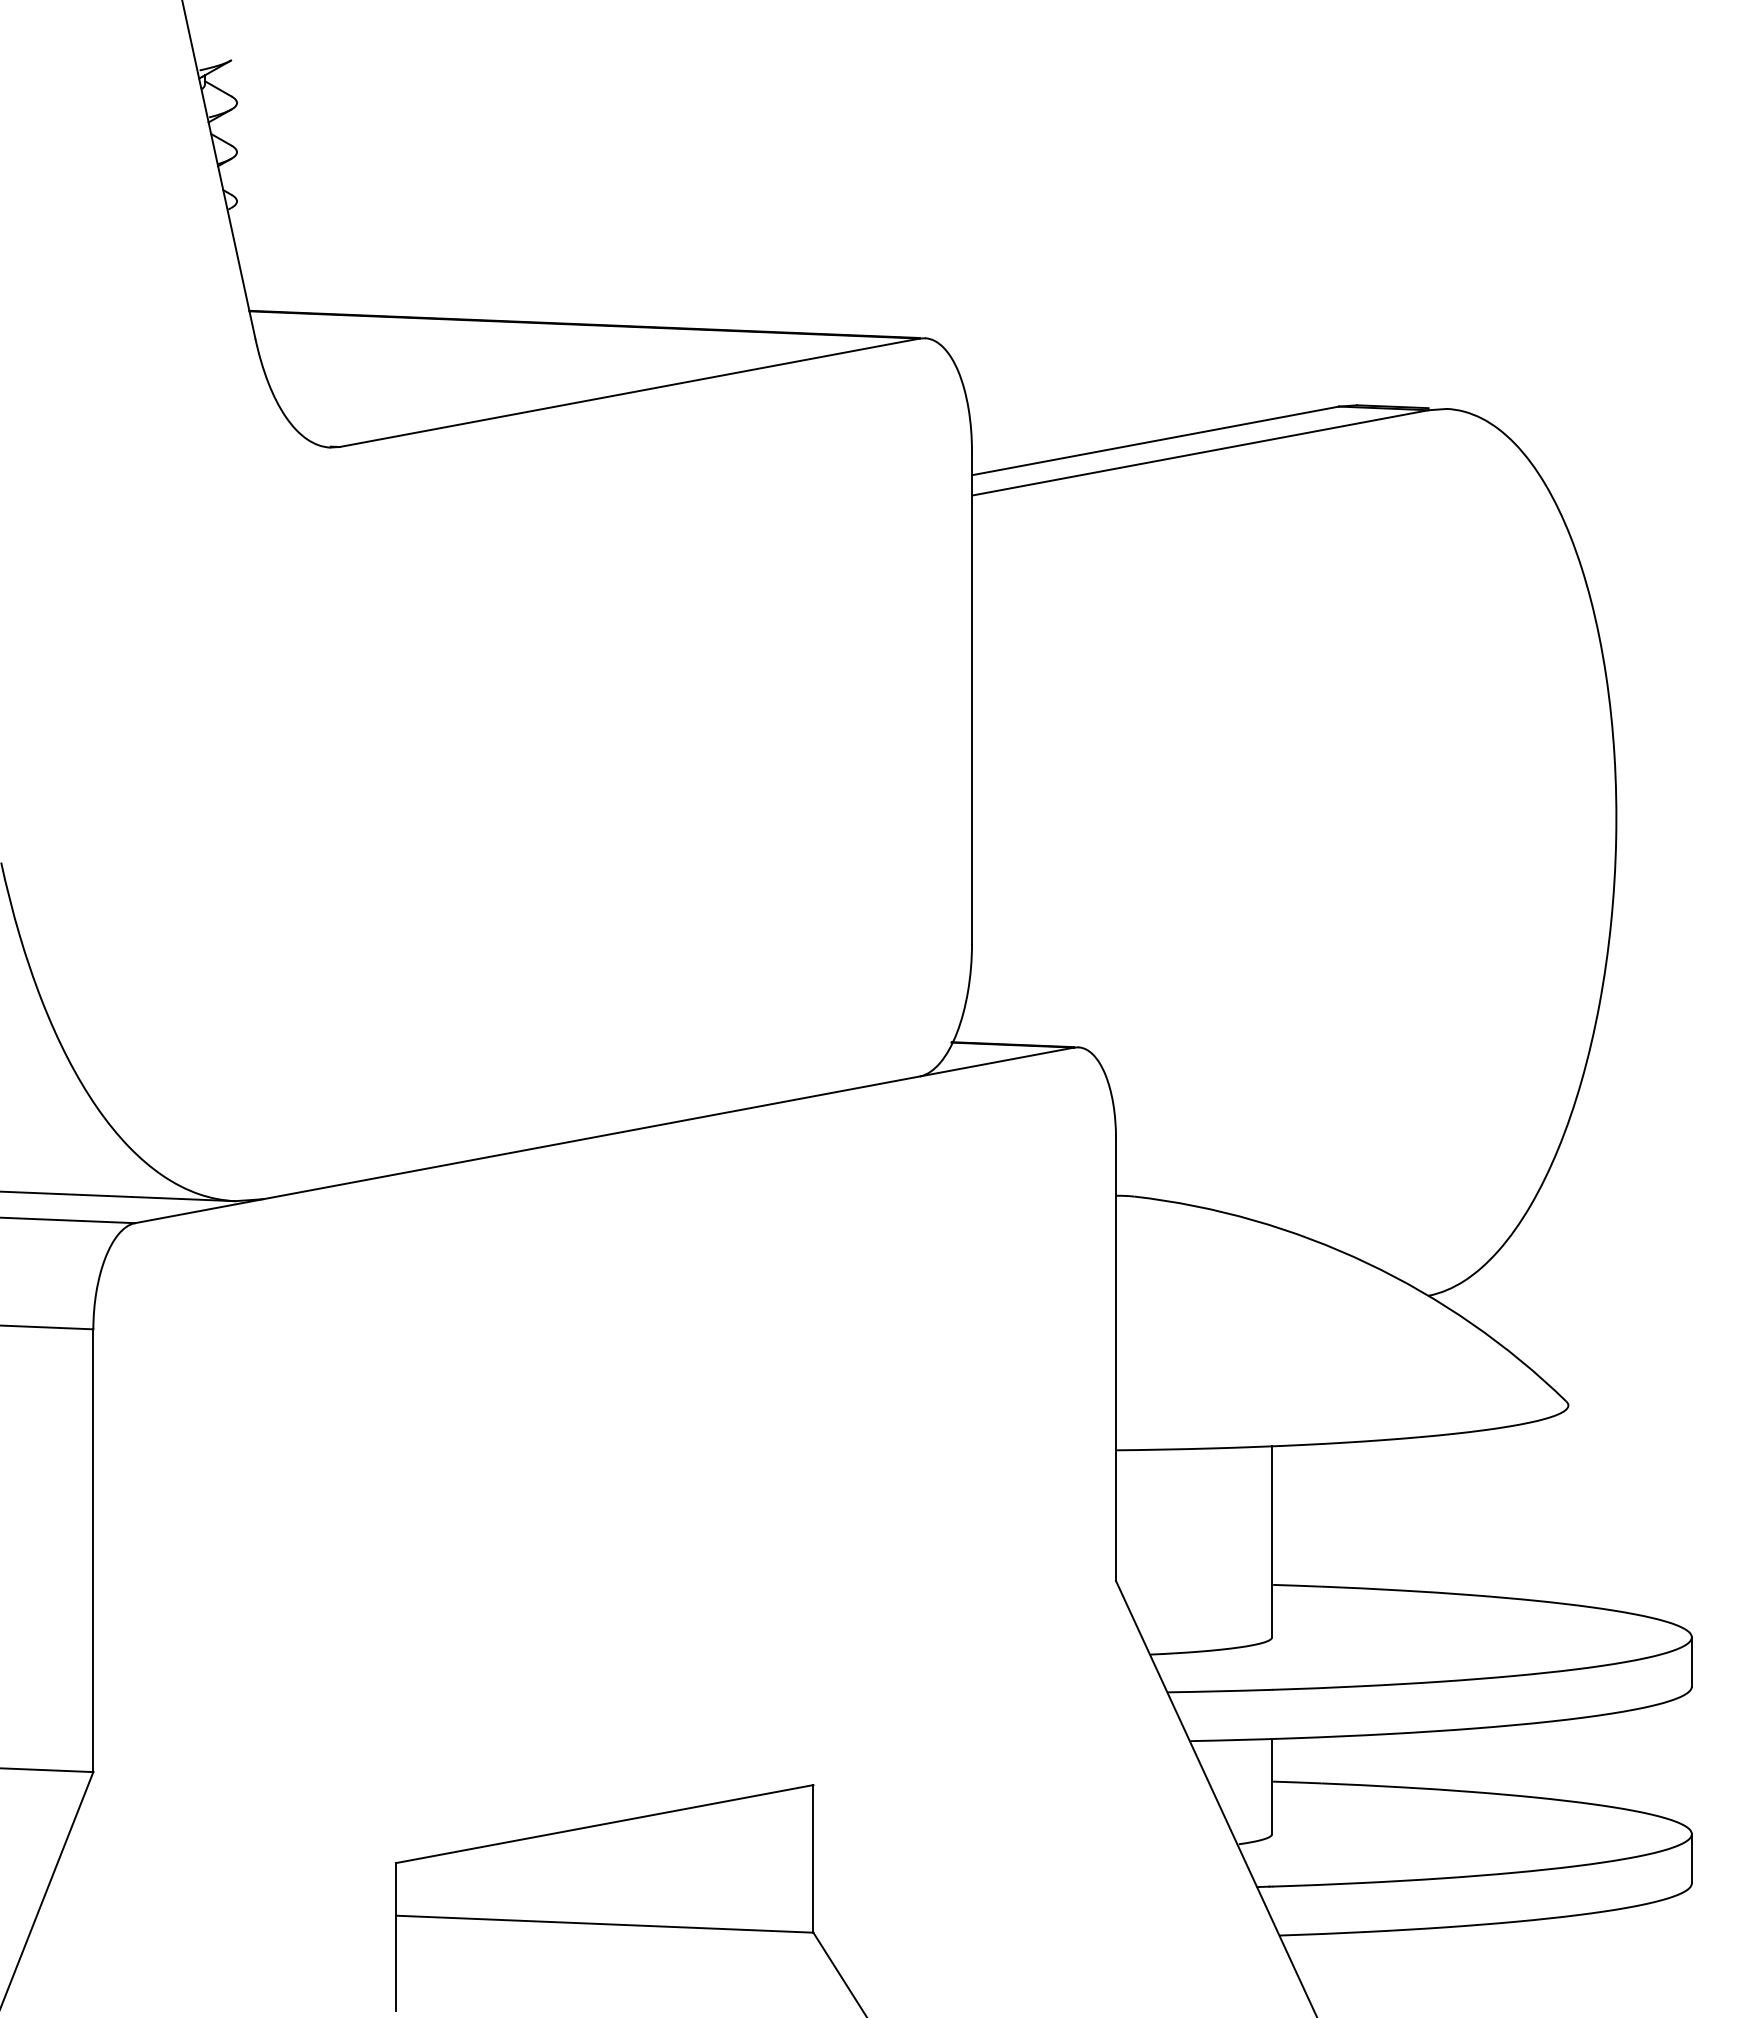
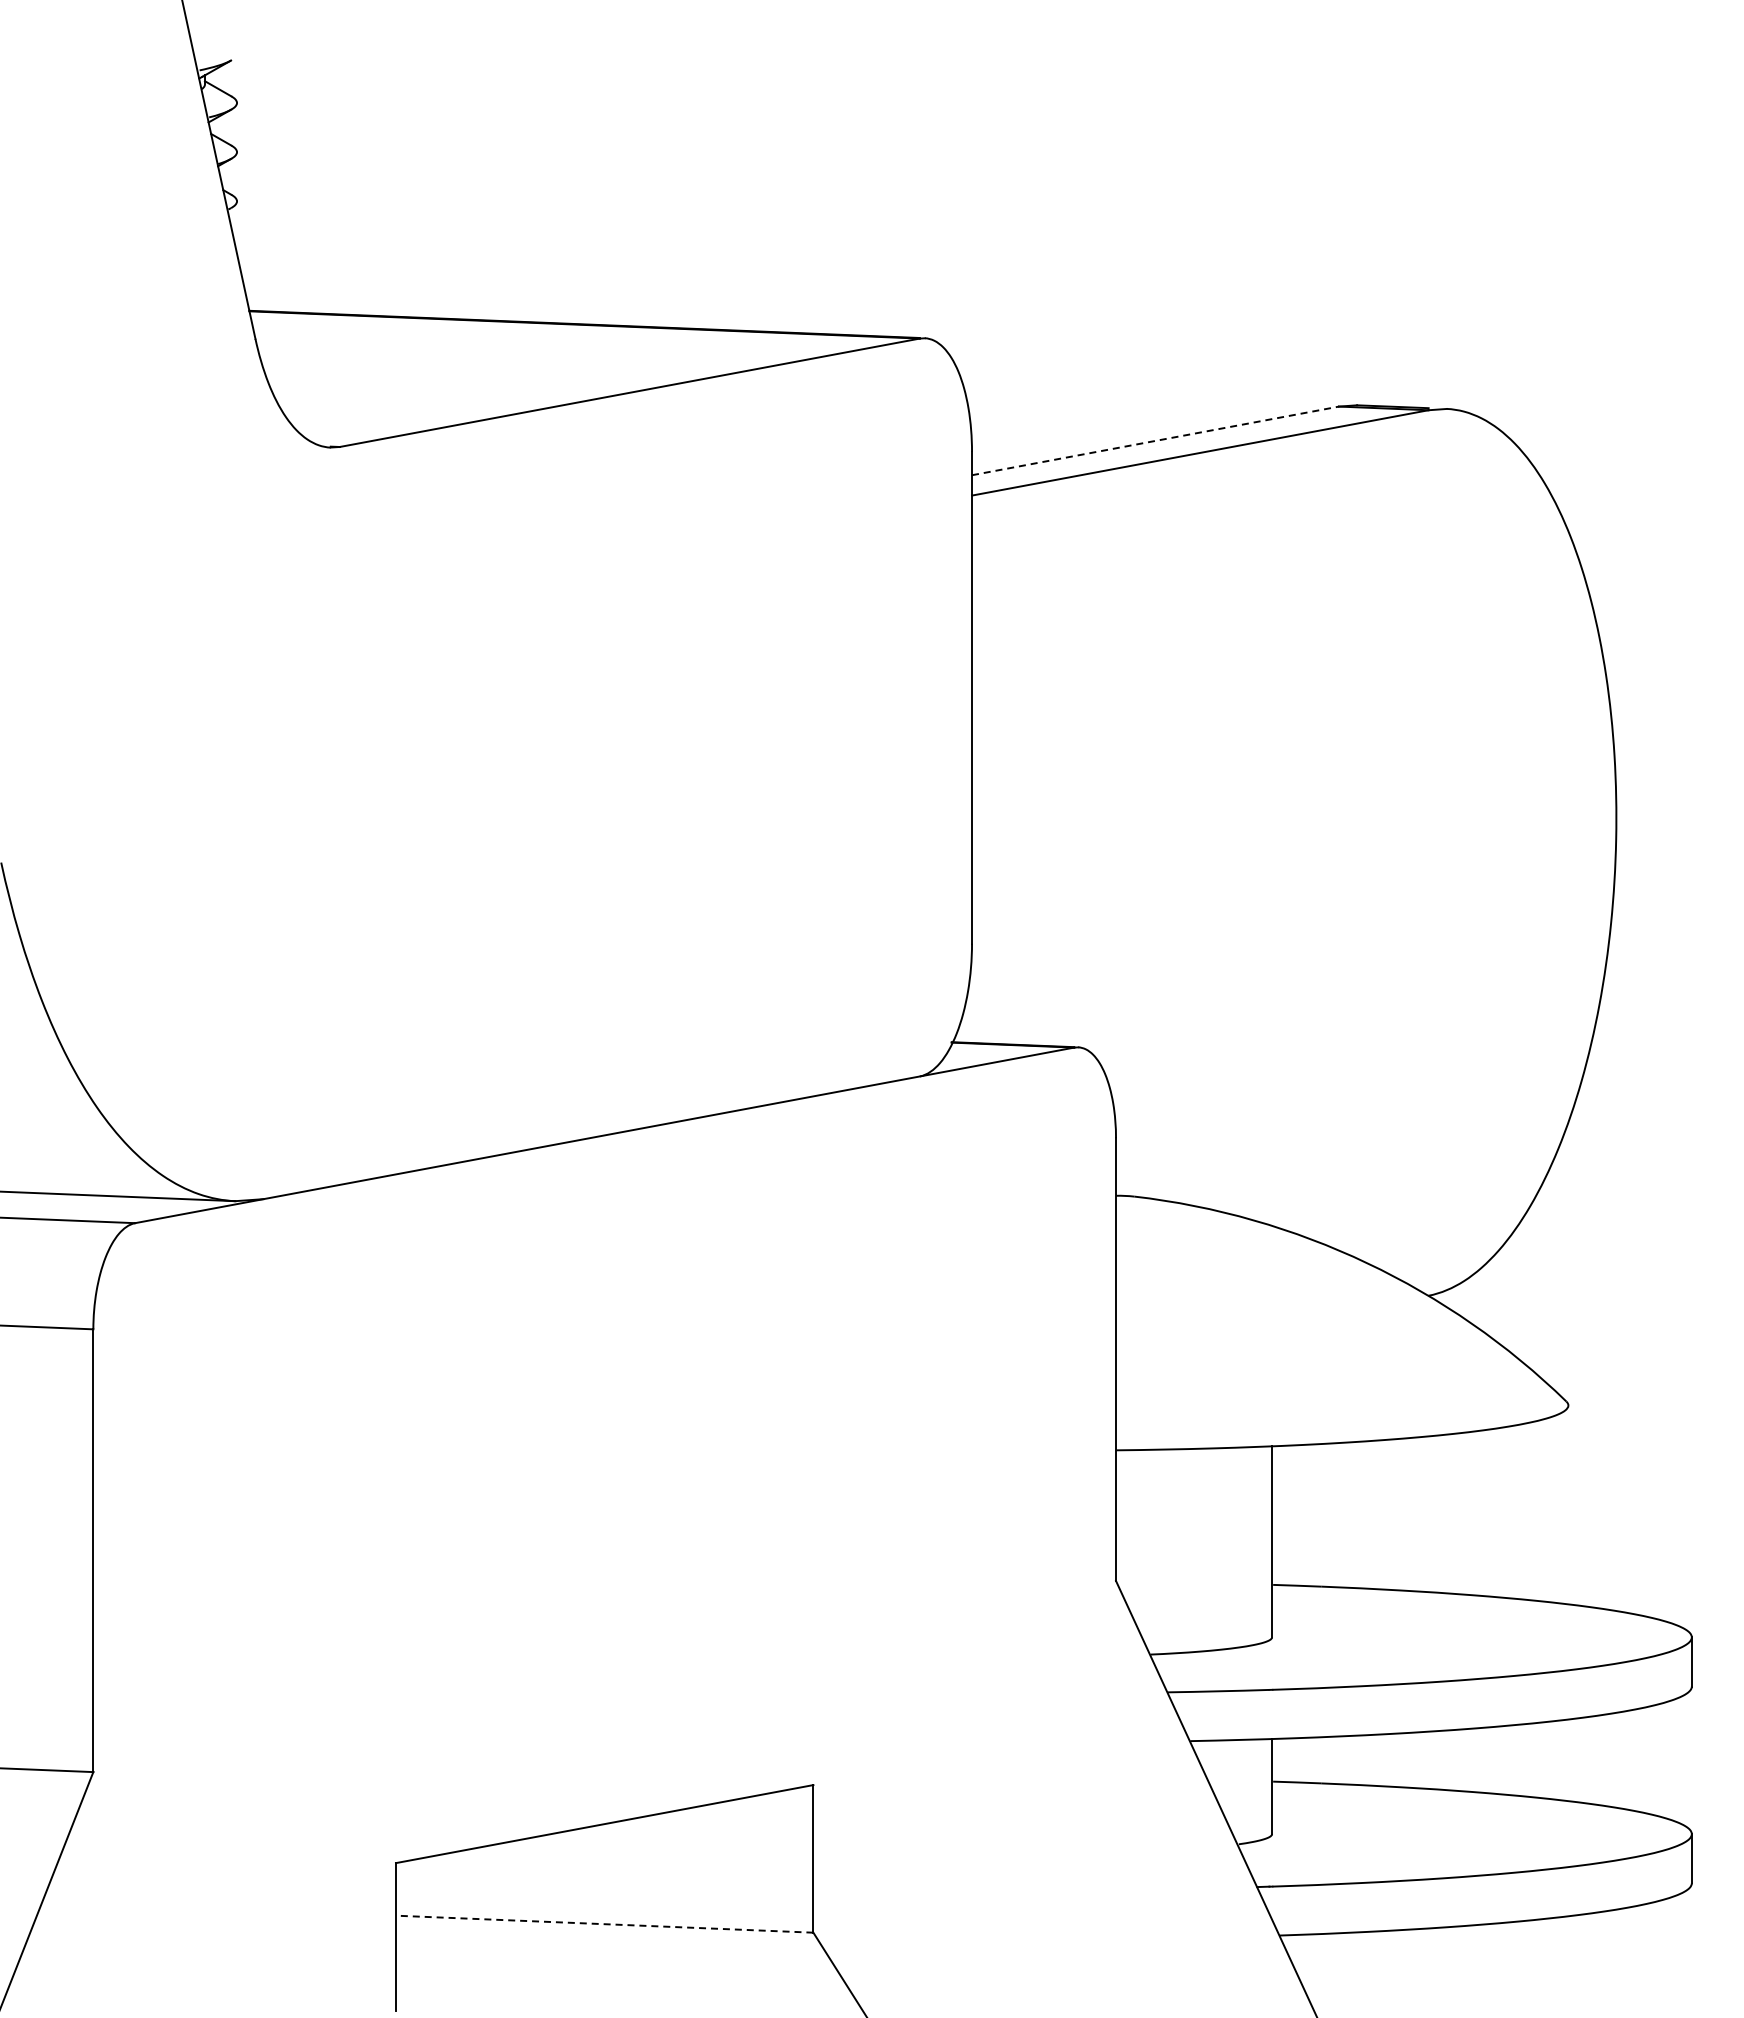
line at (1155, 440): solid -> dashed
line at (604, 1924): solid -> dashed
